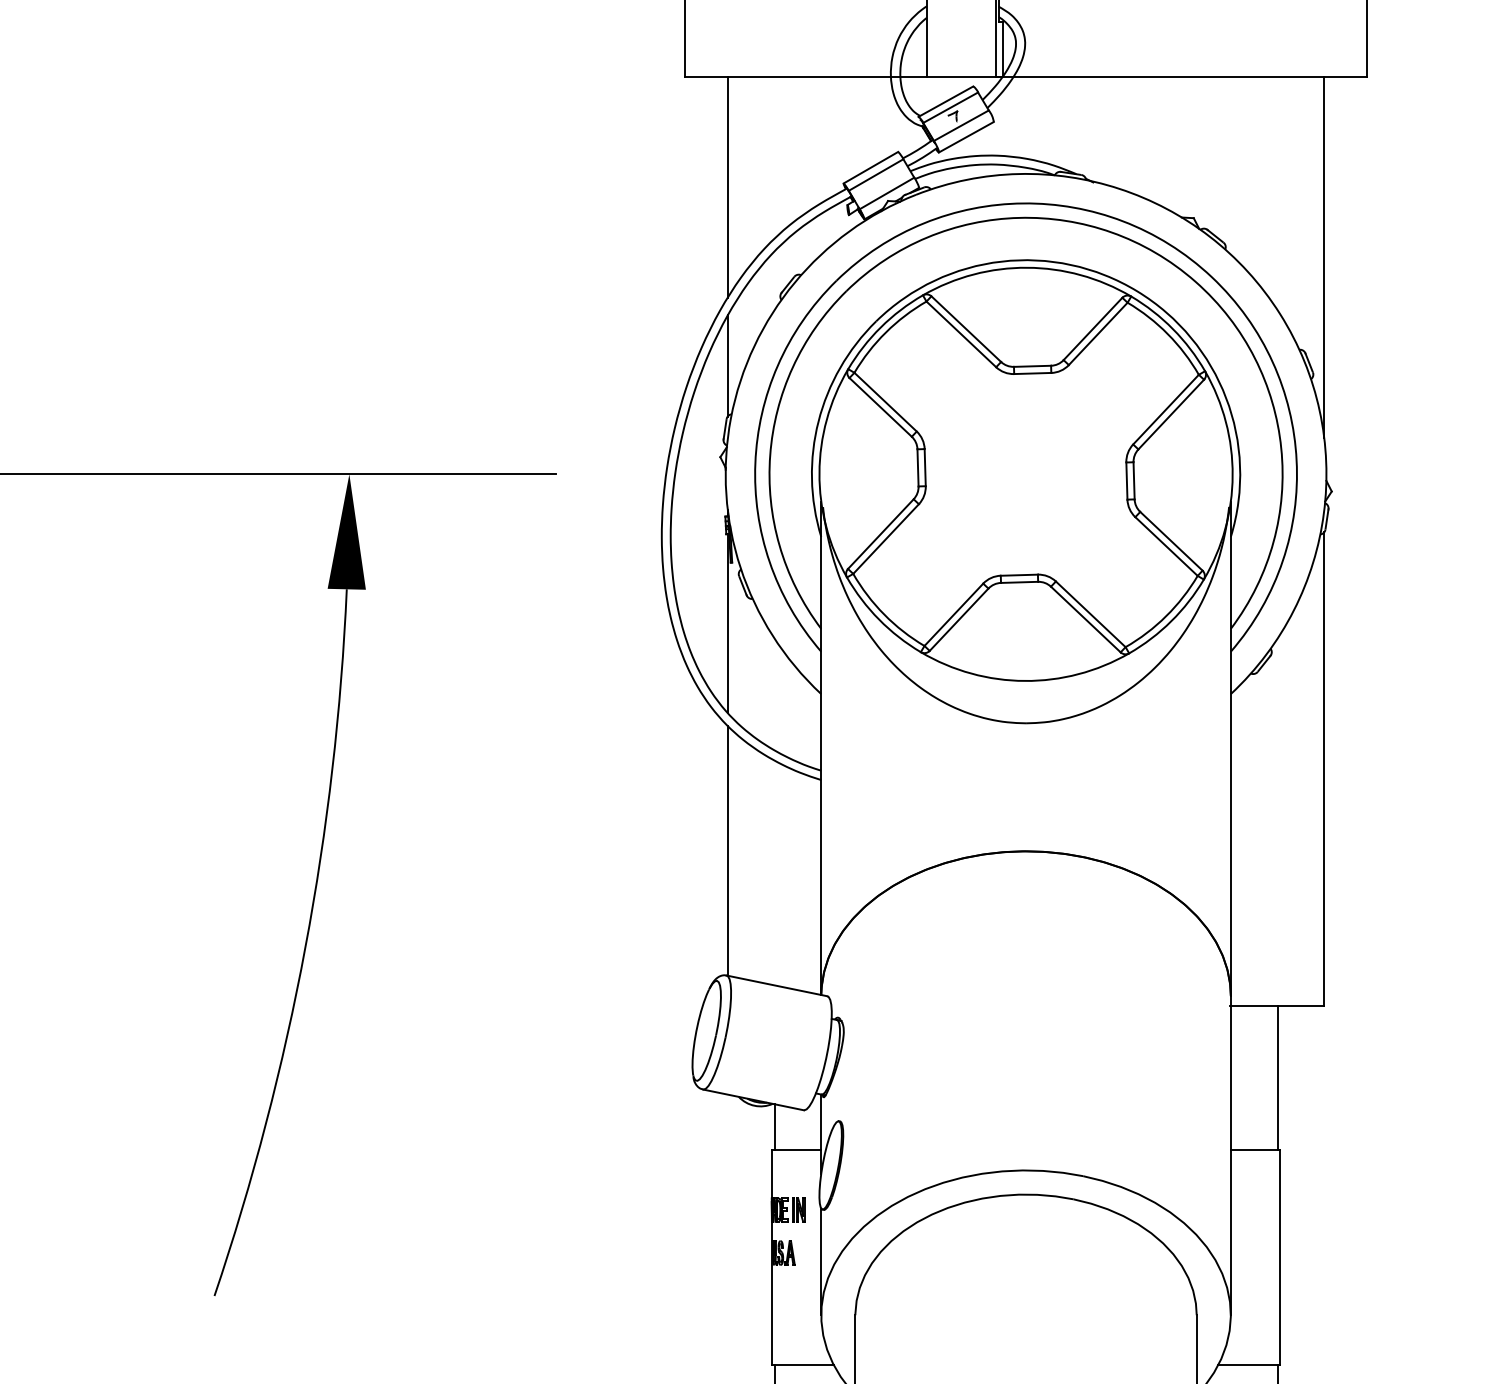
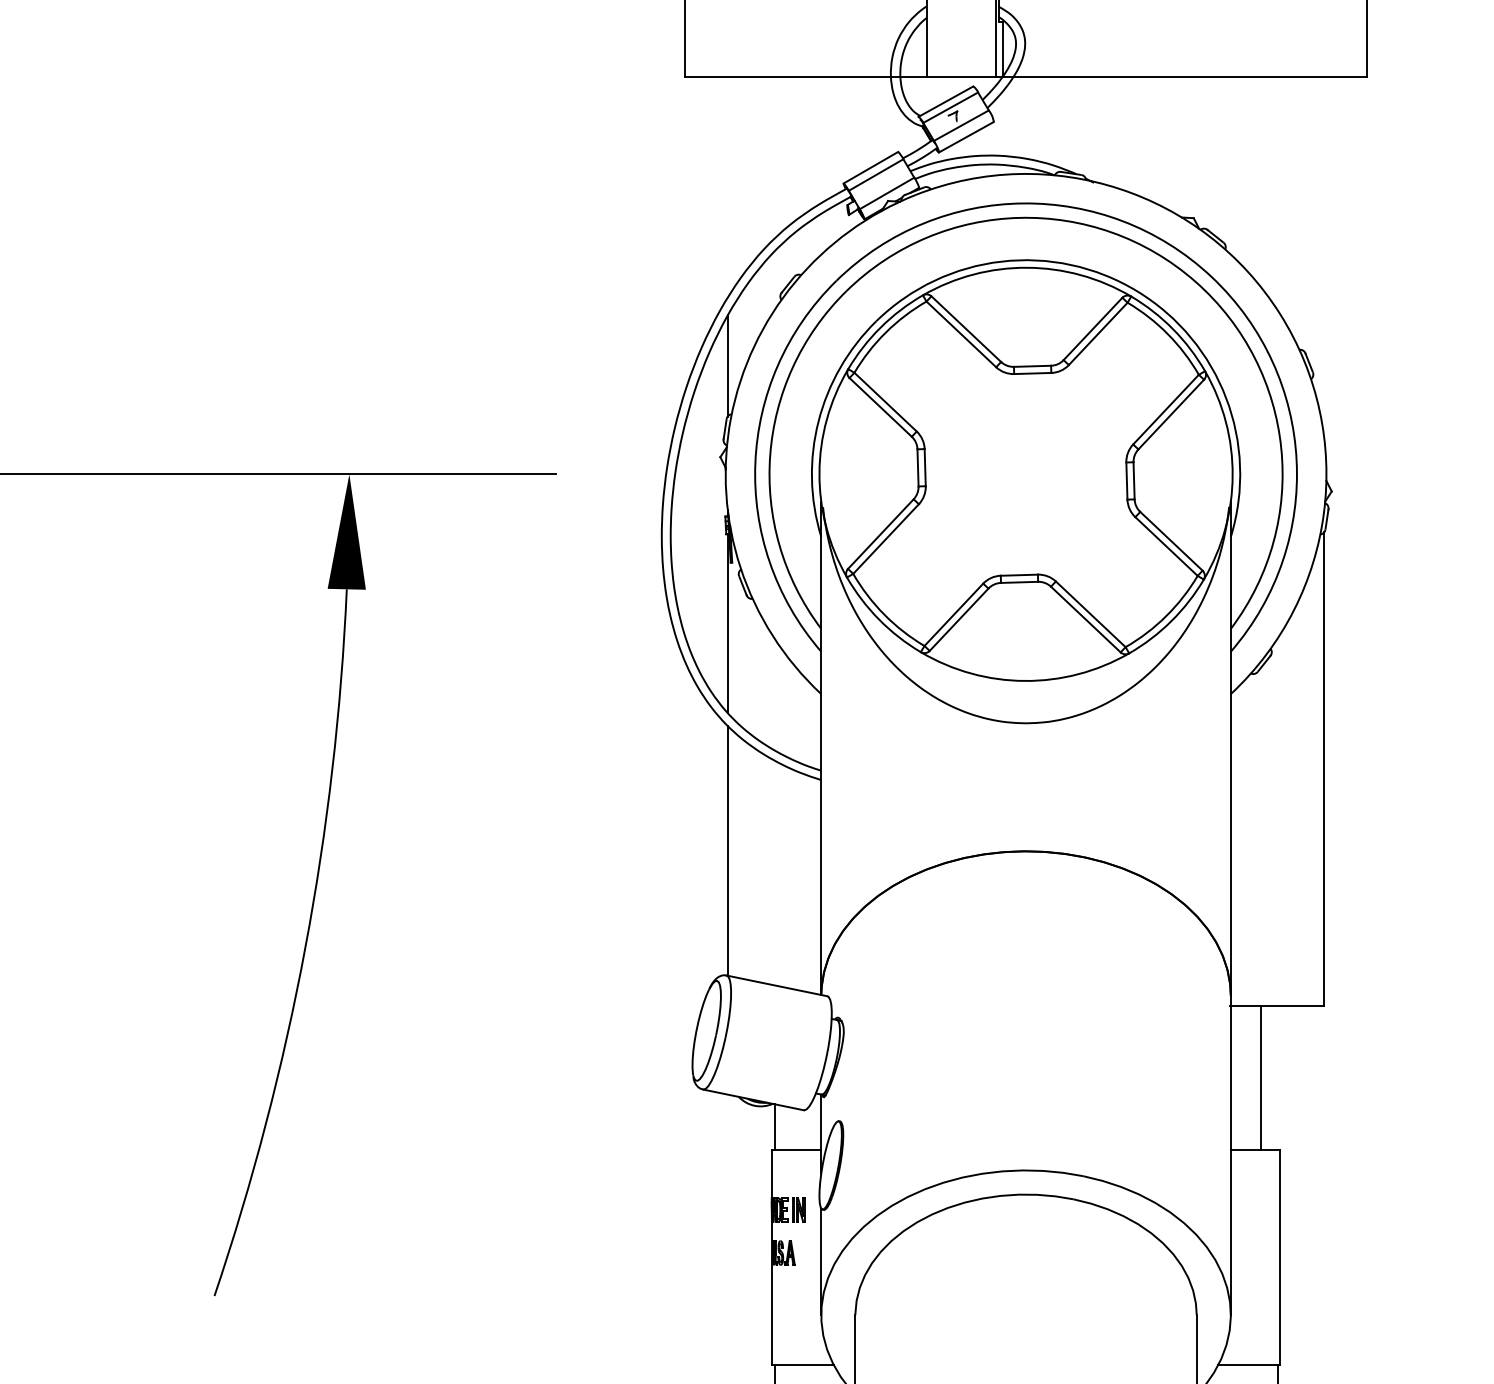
line at (727, 187): present -> none
line at (1324, 257): present -> none
line at (1277, 1077) position: (1277, 1077) -> (1260, 1077)
